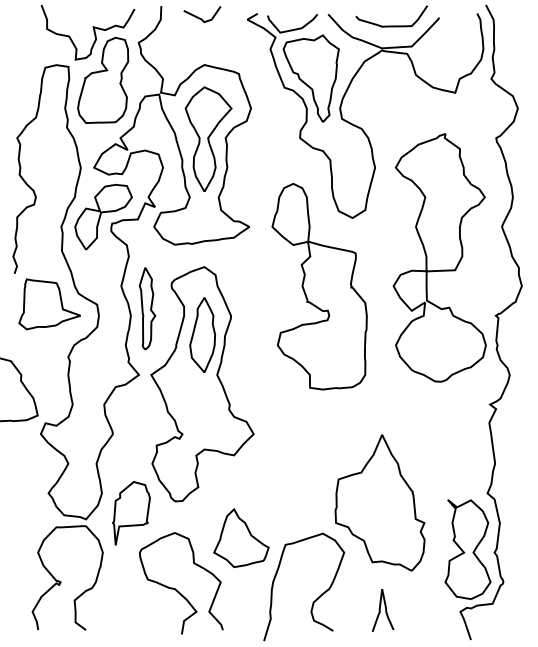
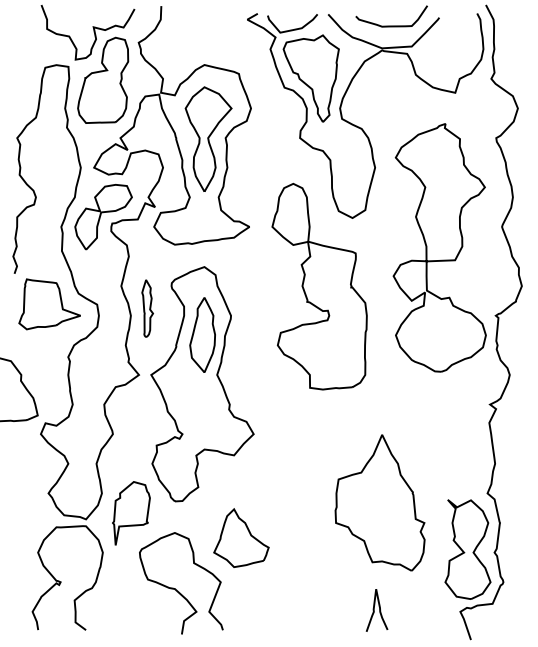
curve at (200, 17): present -> none
part at (439, 257) position: (439, 257) -> (439, 247)
part at (147, 308) size: 18x83 px -> 13x59 px
curve at (316, 598): present -> none
curve at (380, 610) position: (380, 610) -> (374, 610)
